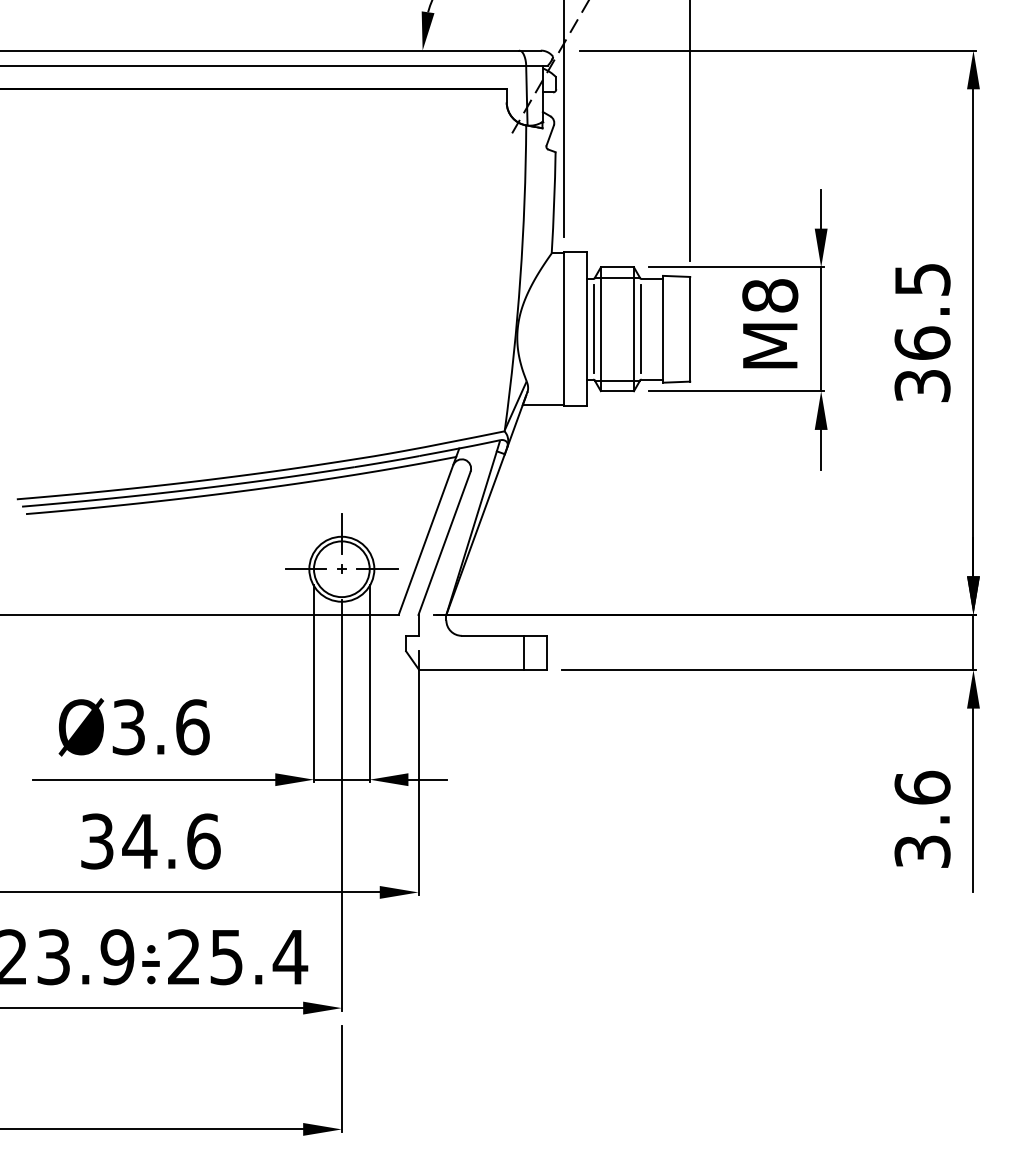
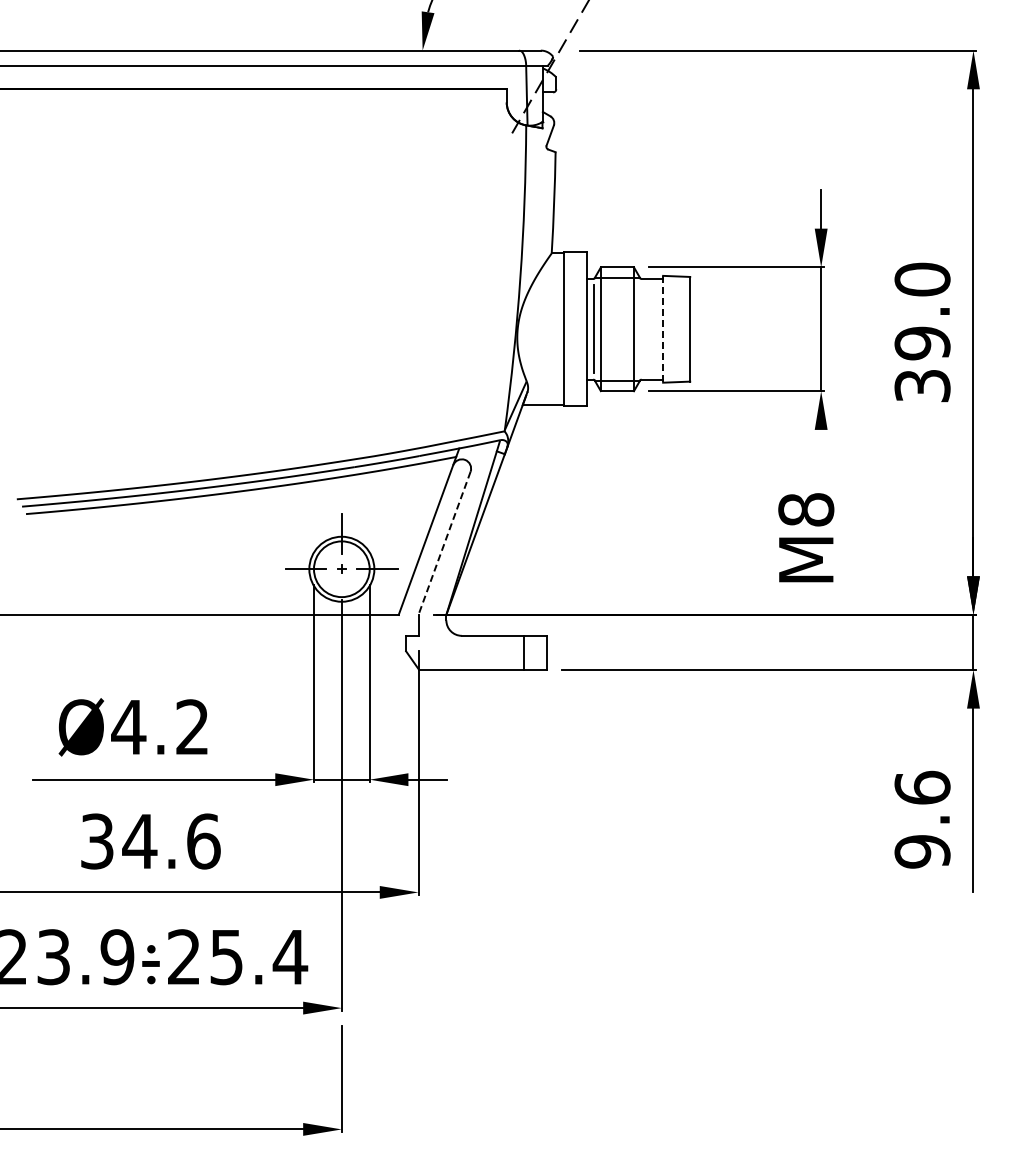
line at (564, 119): present -> none
line at (690, 131): present -> none
text at (922, 311): 36.5 -> 39.0
text at (770, 323) position: (770, 323) -> (806, 537)
line at (640, 329): present -> none
line at (663, 329): solid -> dashed
line at (821, 449): present -> none
line at (444, 543): solid -> dashed
text at (160, 727): Ø3.6 -> Ø4.2
text at (922, 851): 3.6 -> 9.6
